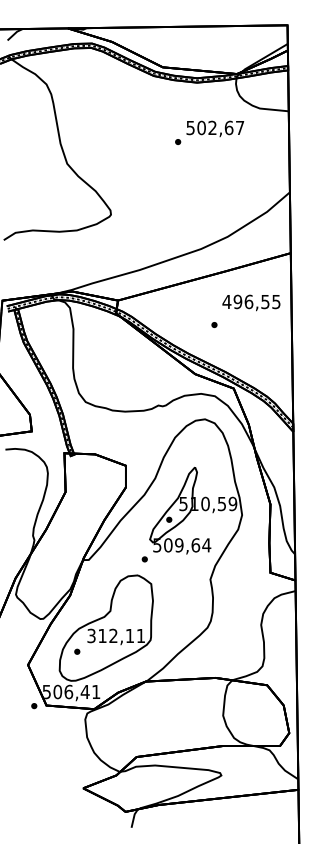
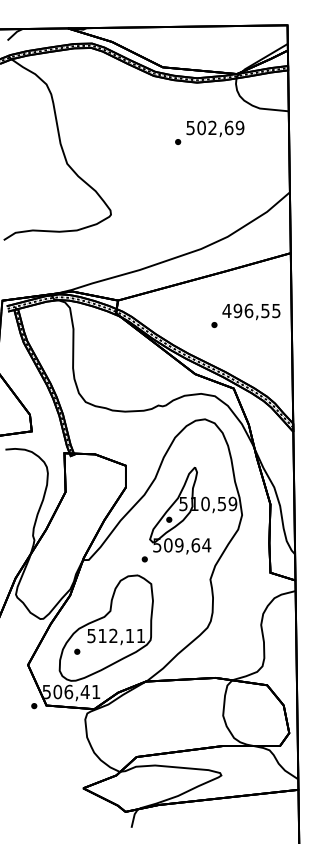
text at (239, 127): 502,67 -> 502,69
text at (251, 302) position: (251, 302) -> (251, 311)
text at (91, 635): 312,11 -> 512,11
